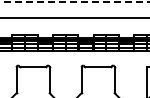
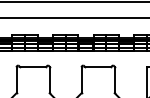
line at (75, 2): dashed -> solid
